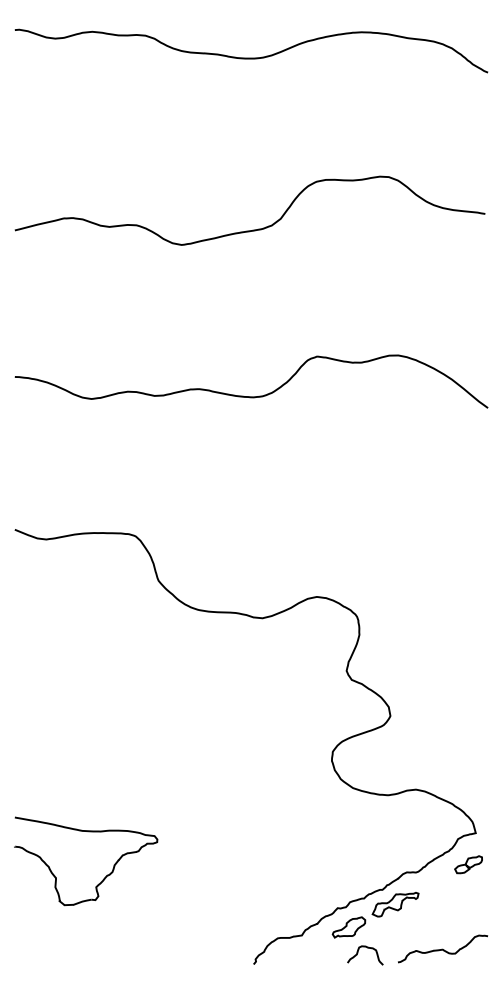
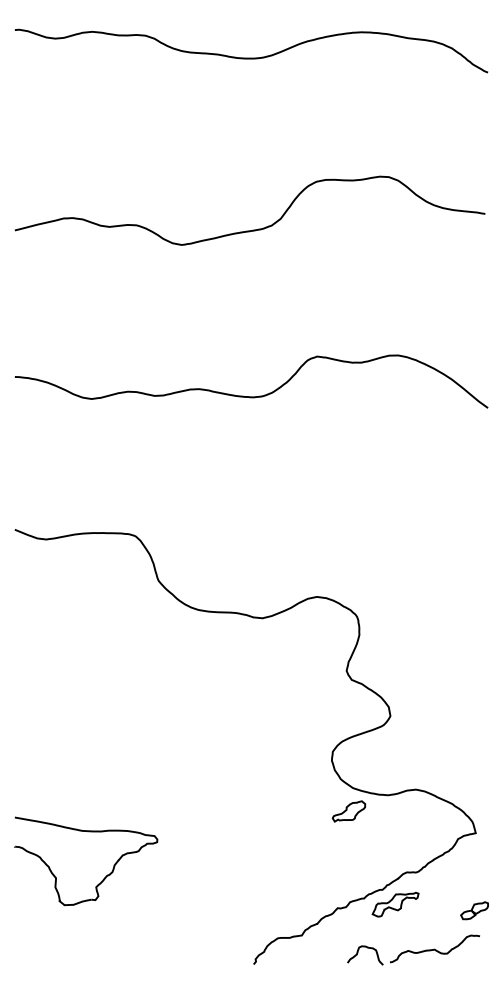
part at (468, 864) position: (468, 864) -> (474, 910)
part at (348, 927) position: (348, 927) -> (348, 811)
curve at (442, 948) position: (442, 948) -> (434, 948)
